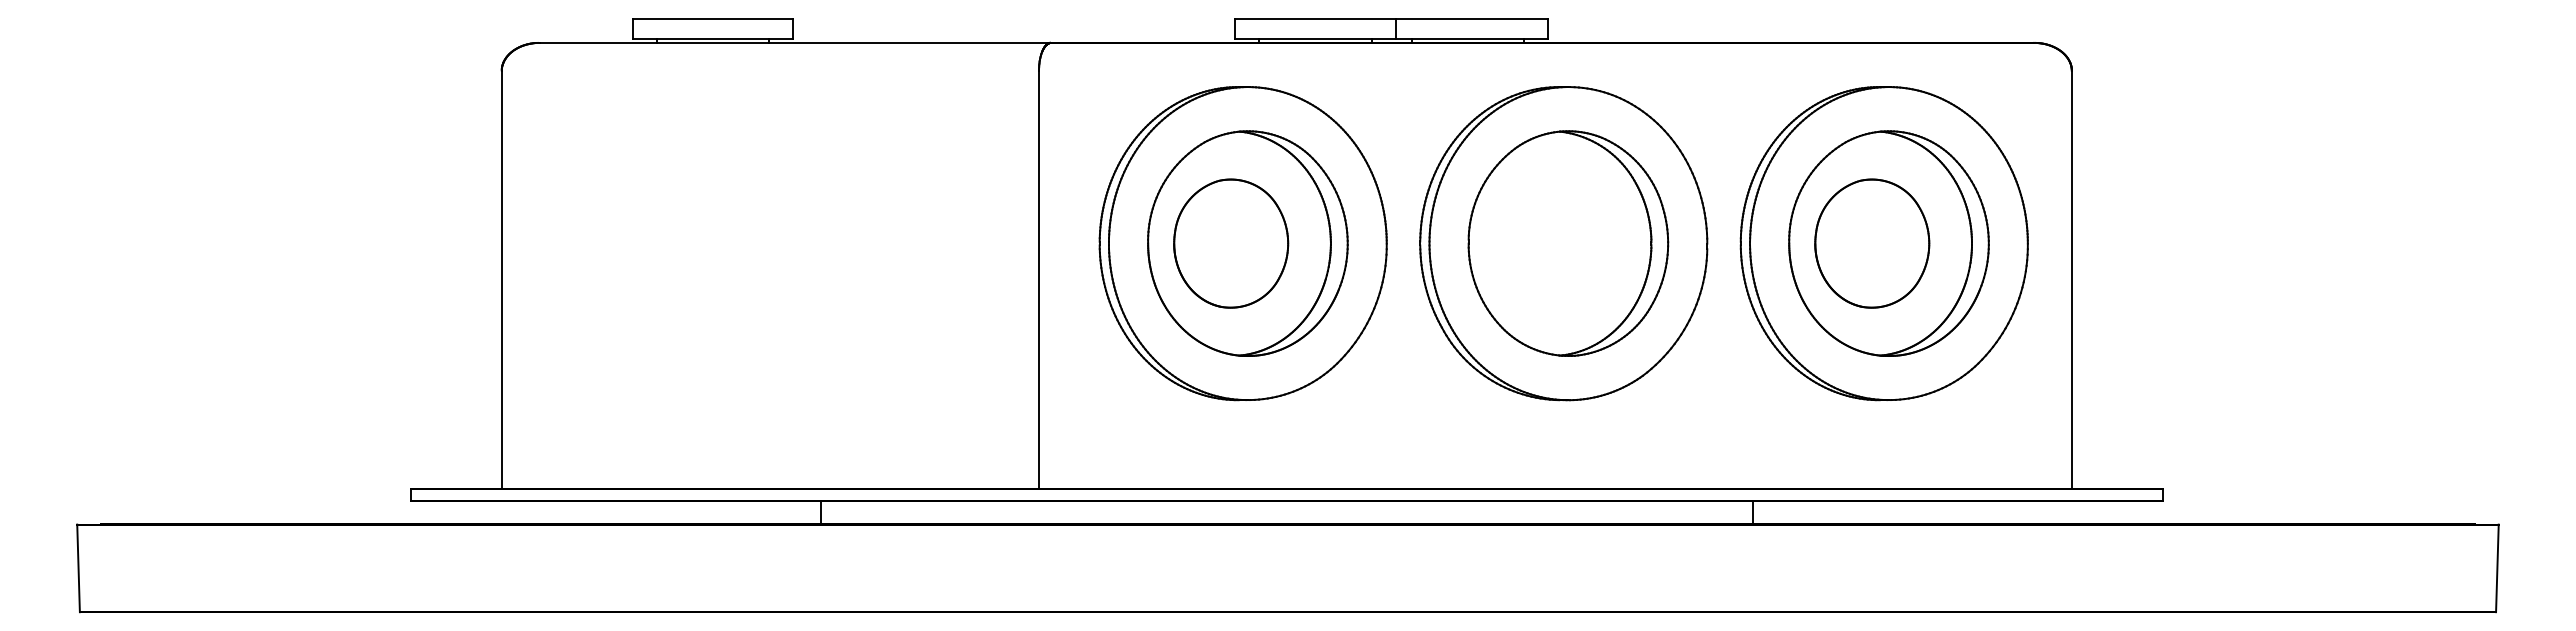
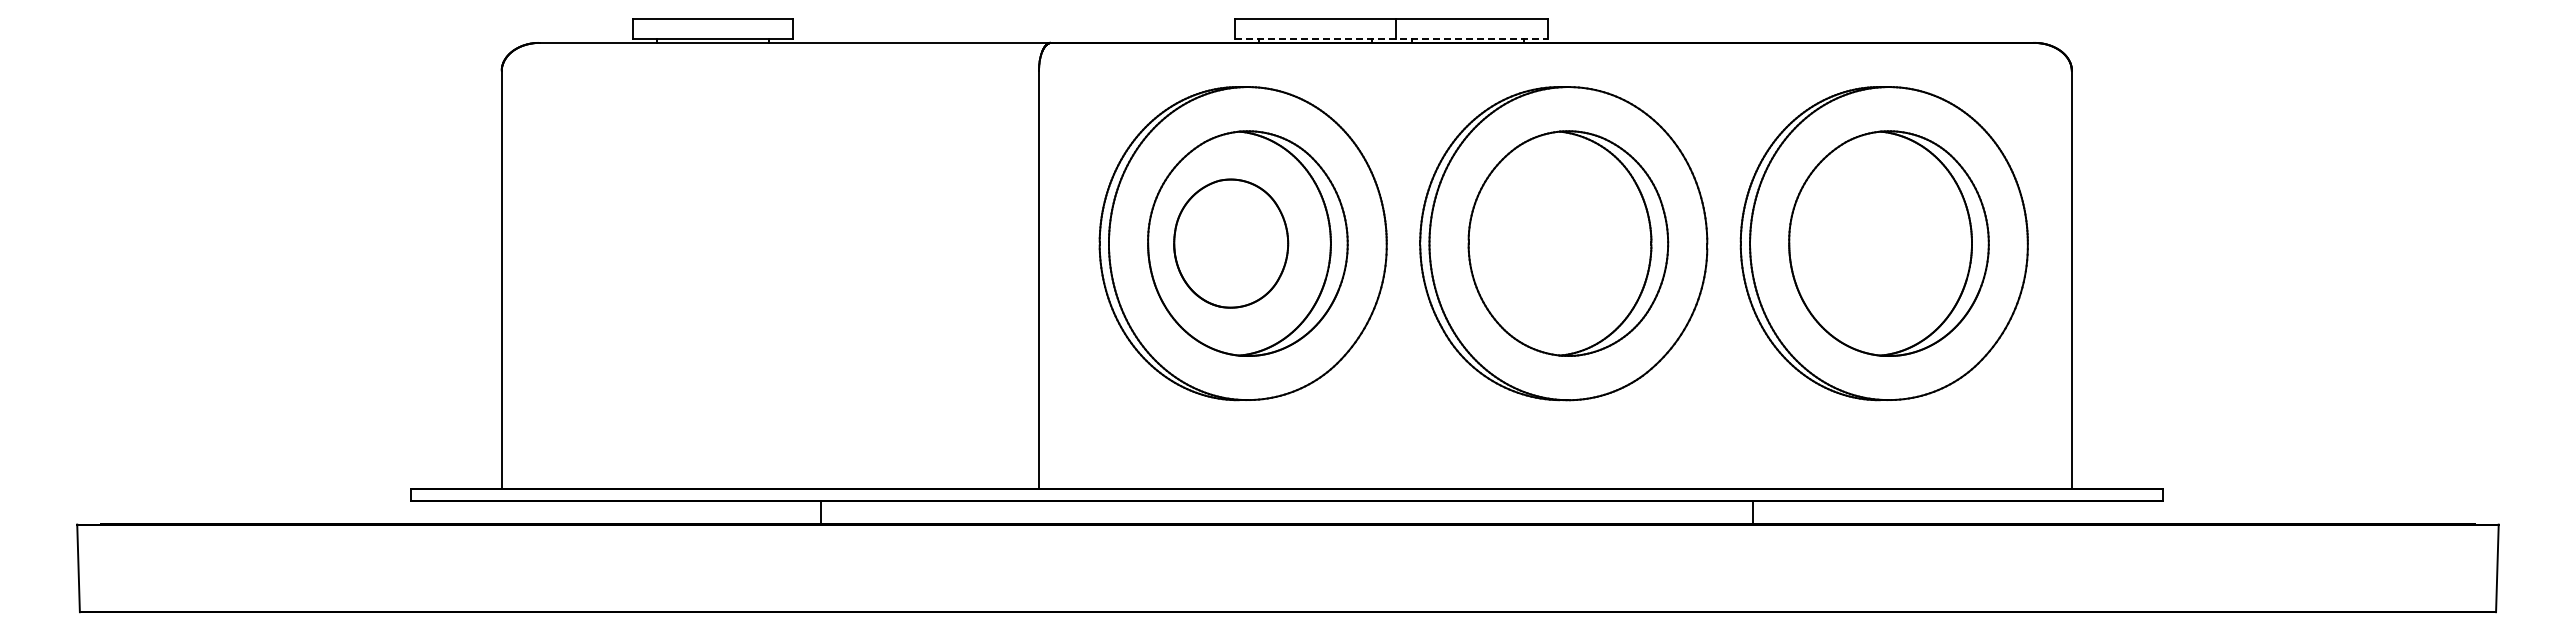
line at (1391, 38): solid -> dashed
part at (1872, 243): present -> none
